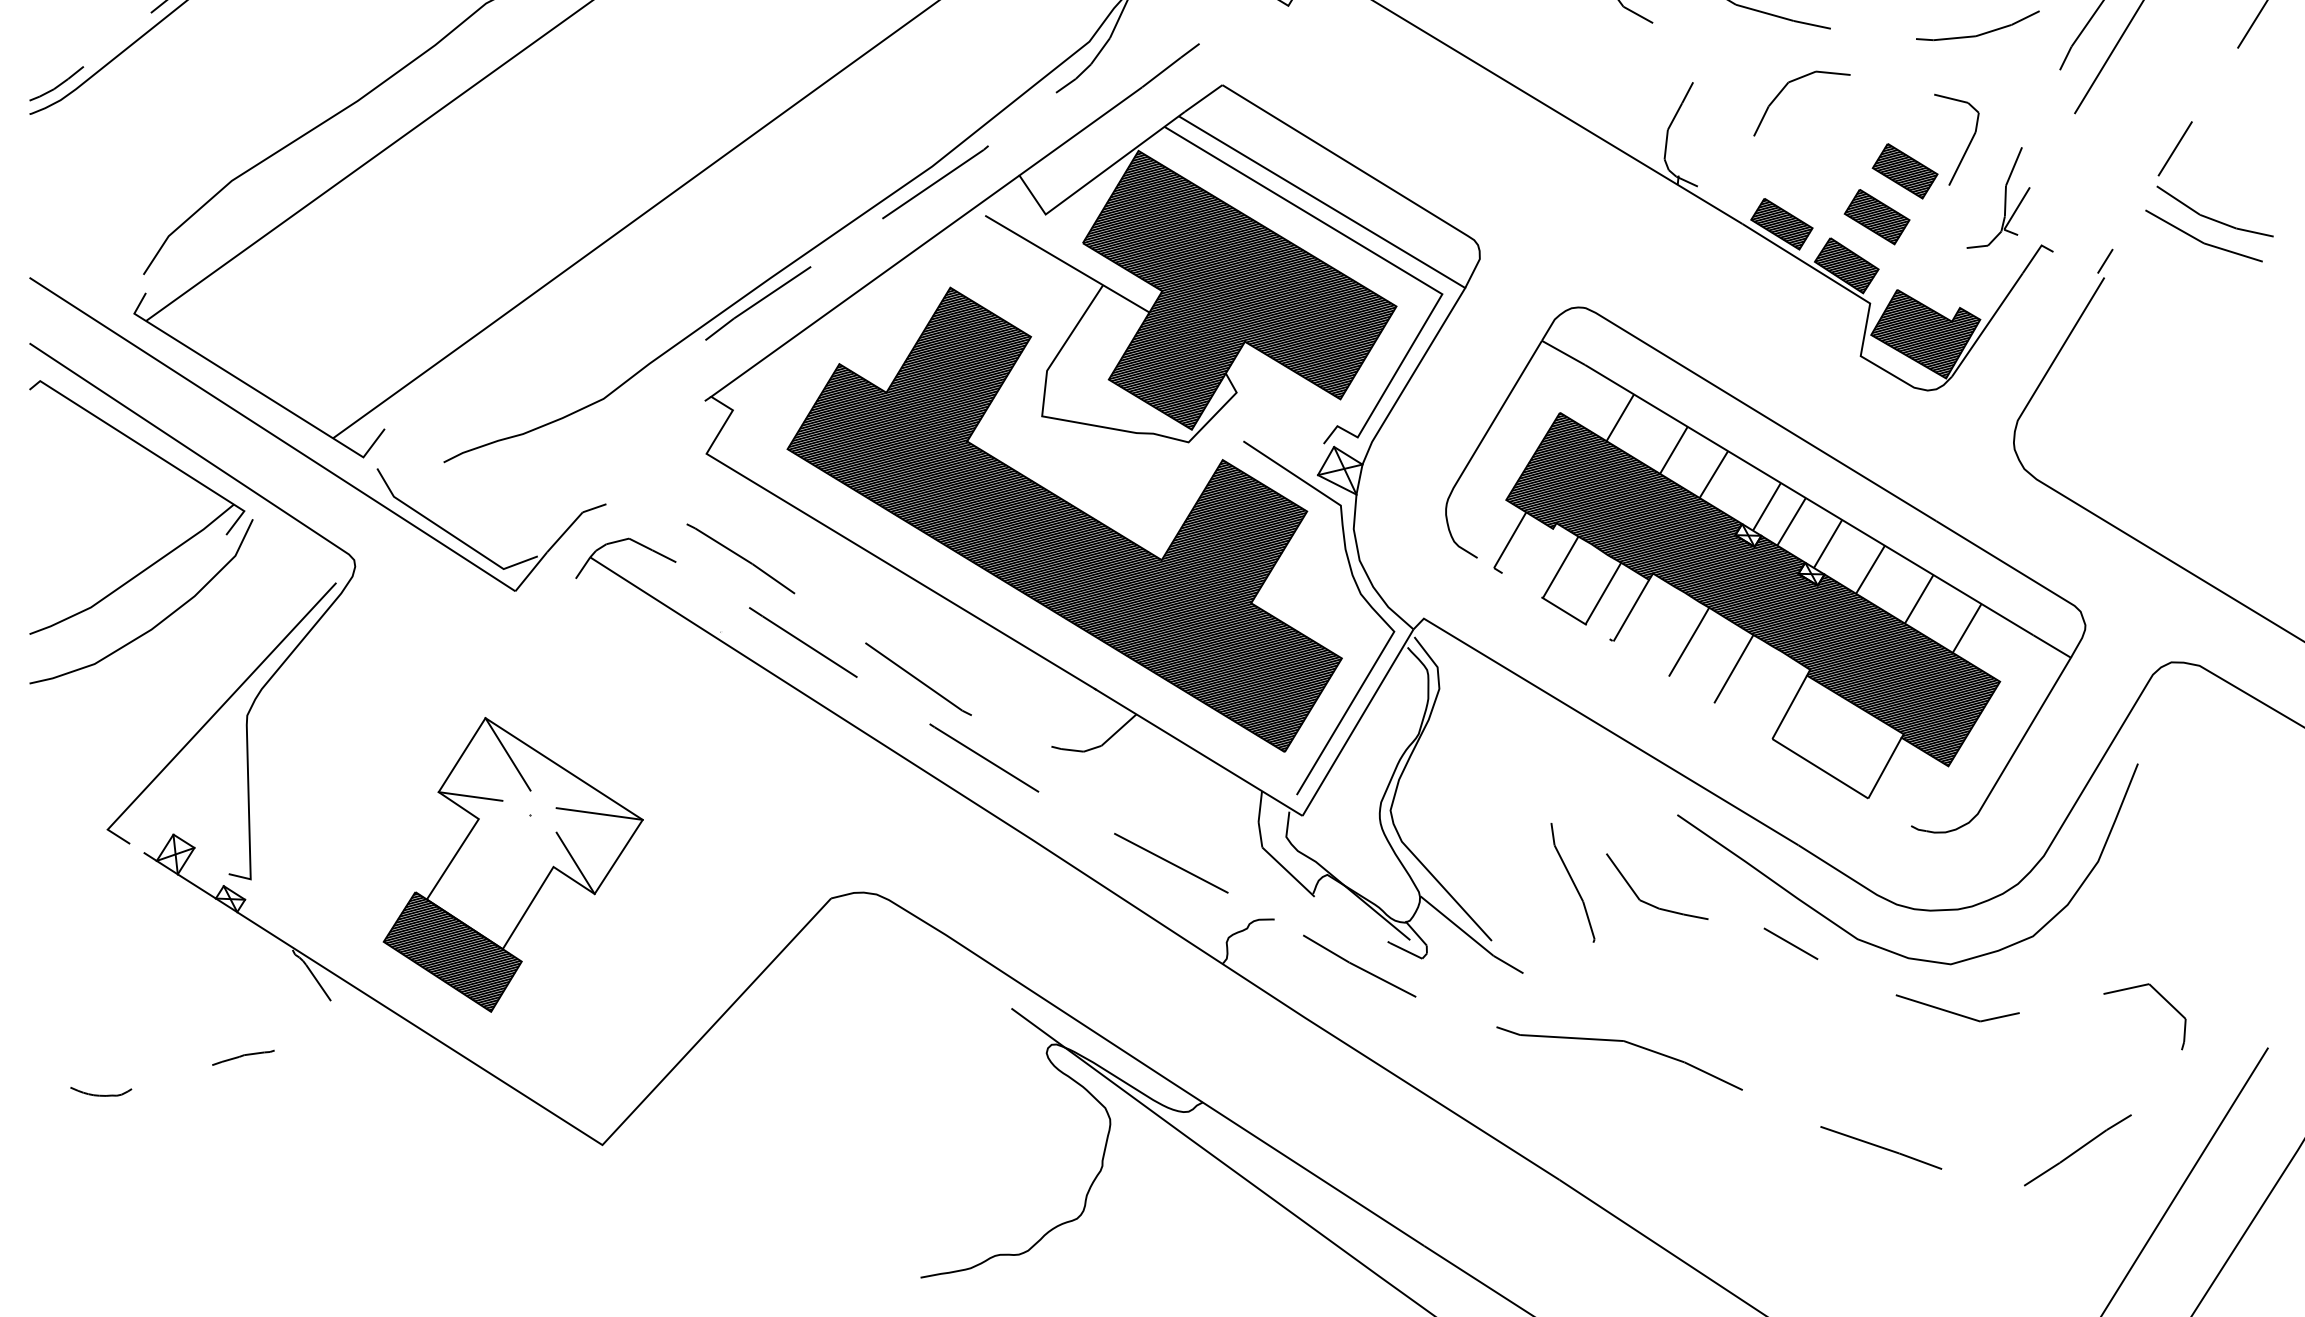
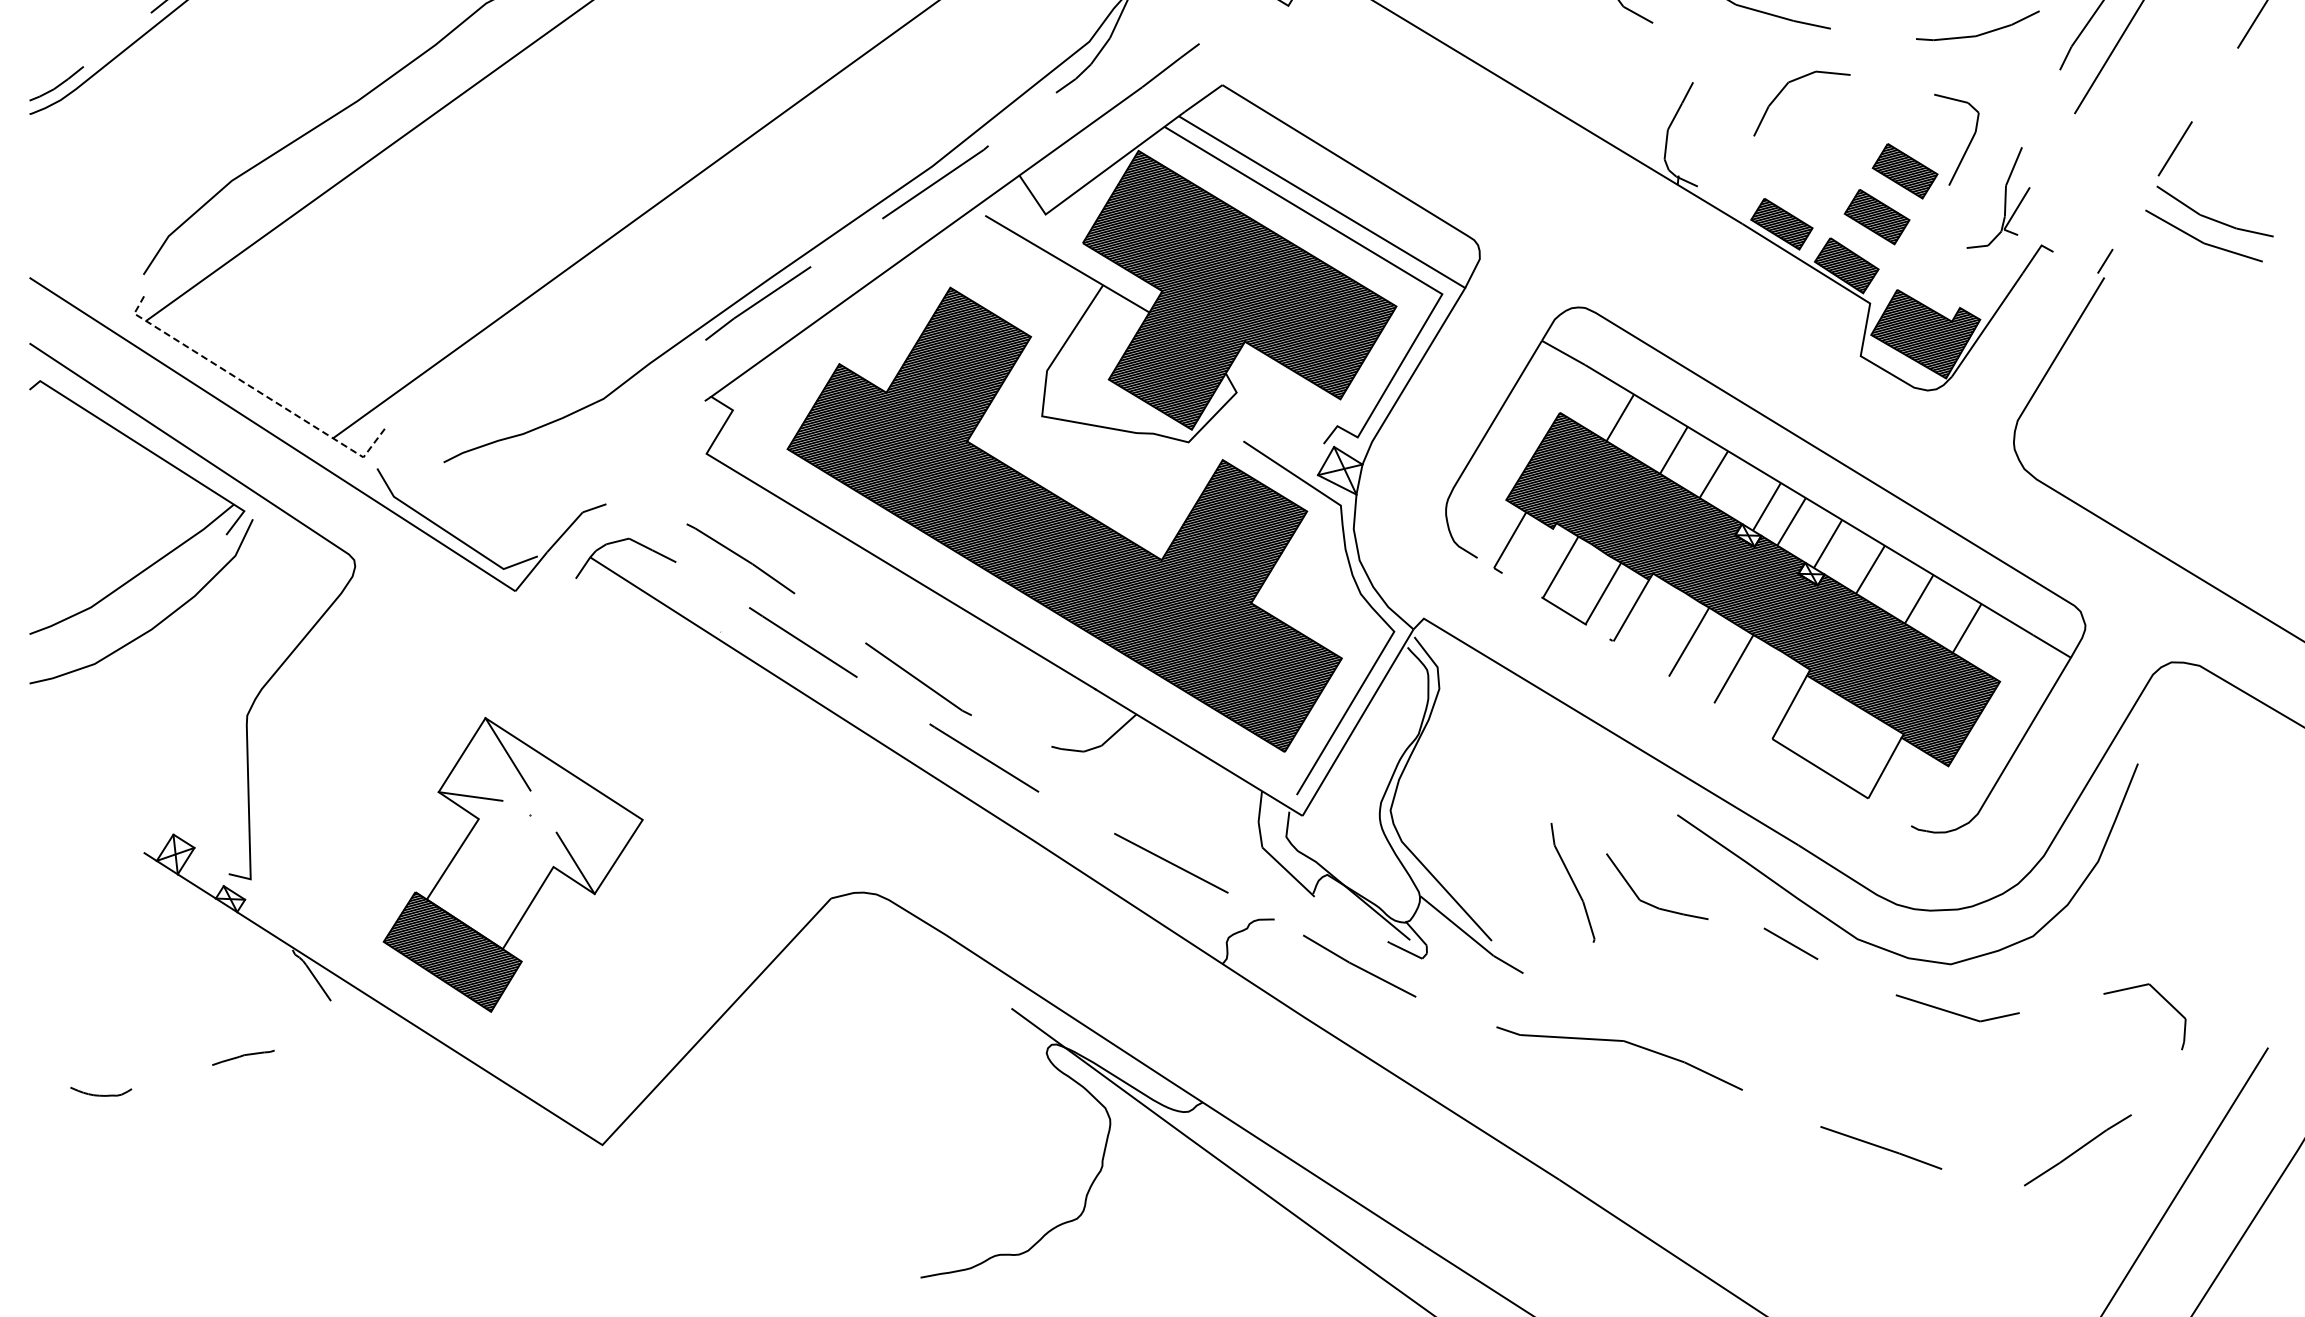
line at (253, 388): solid -> dashed
line at (219, 710): present -> none
line at (599, 813): present -> none
